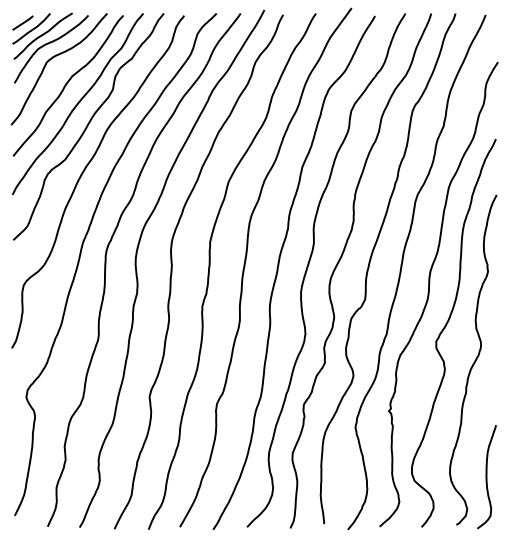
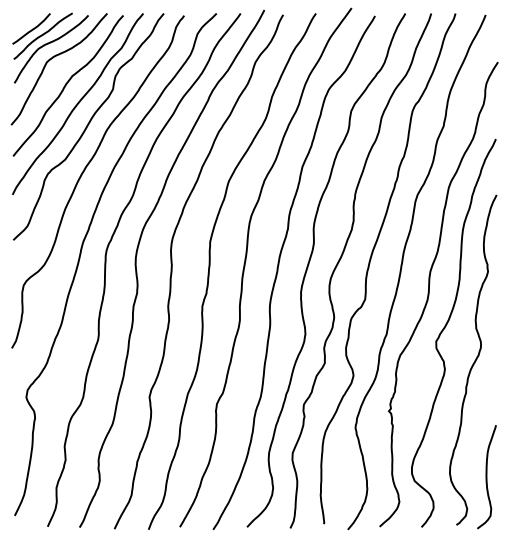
line at (22, 22): present -> none
